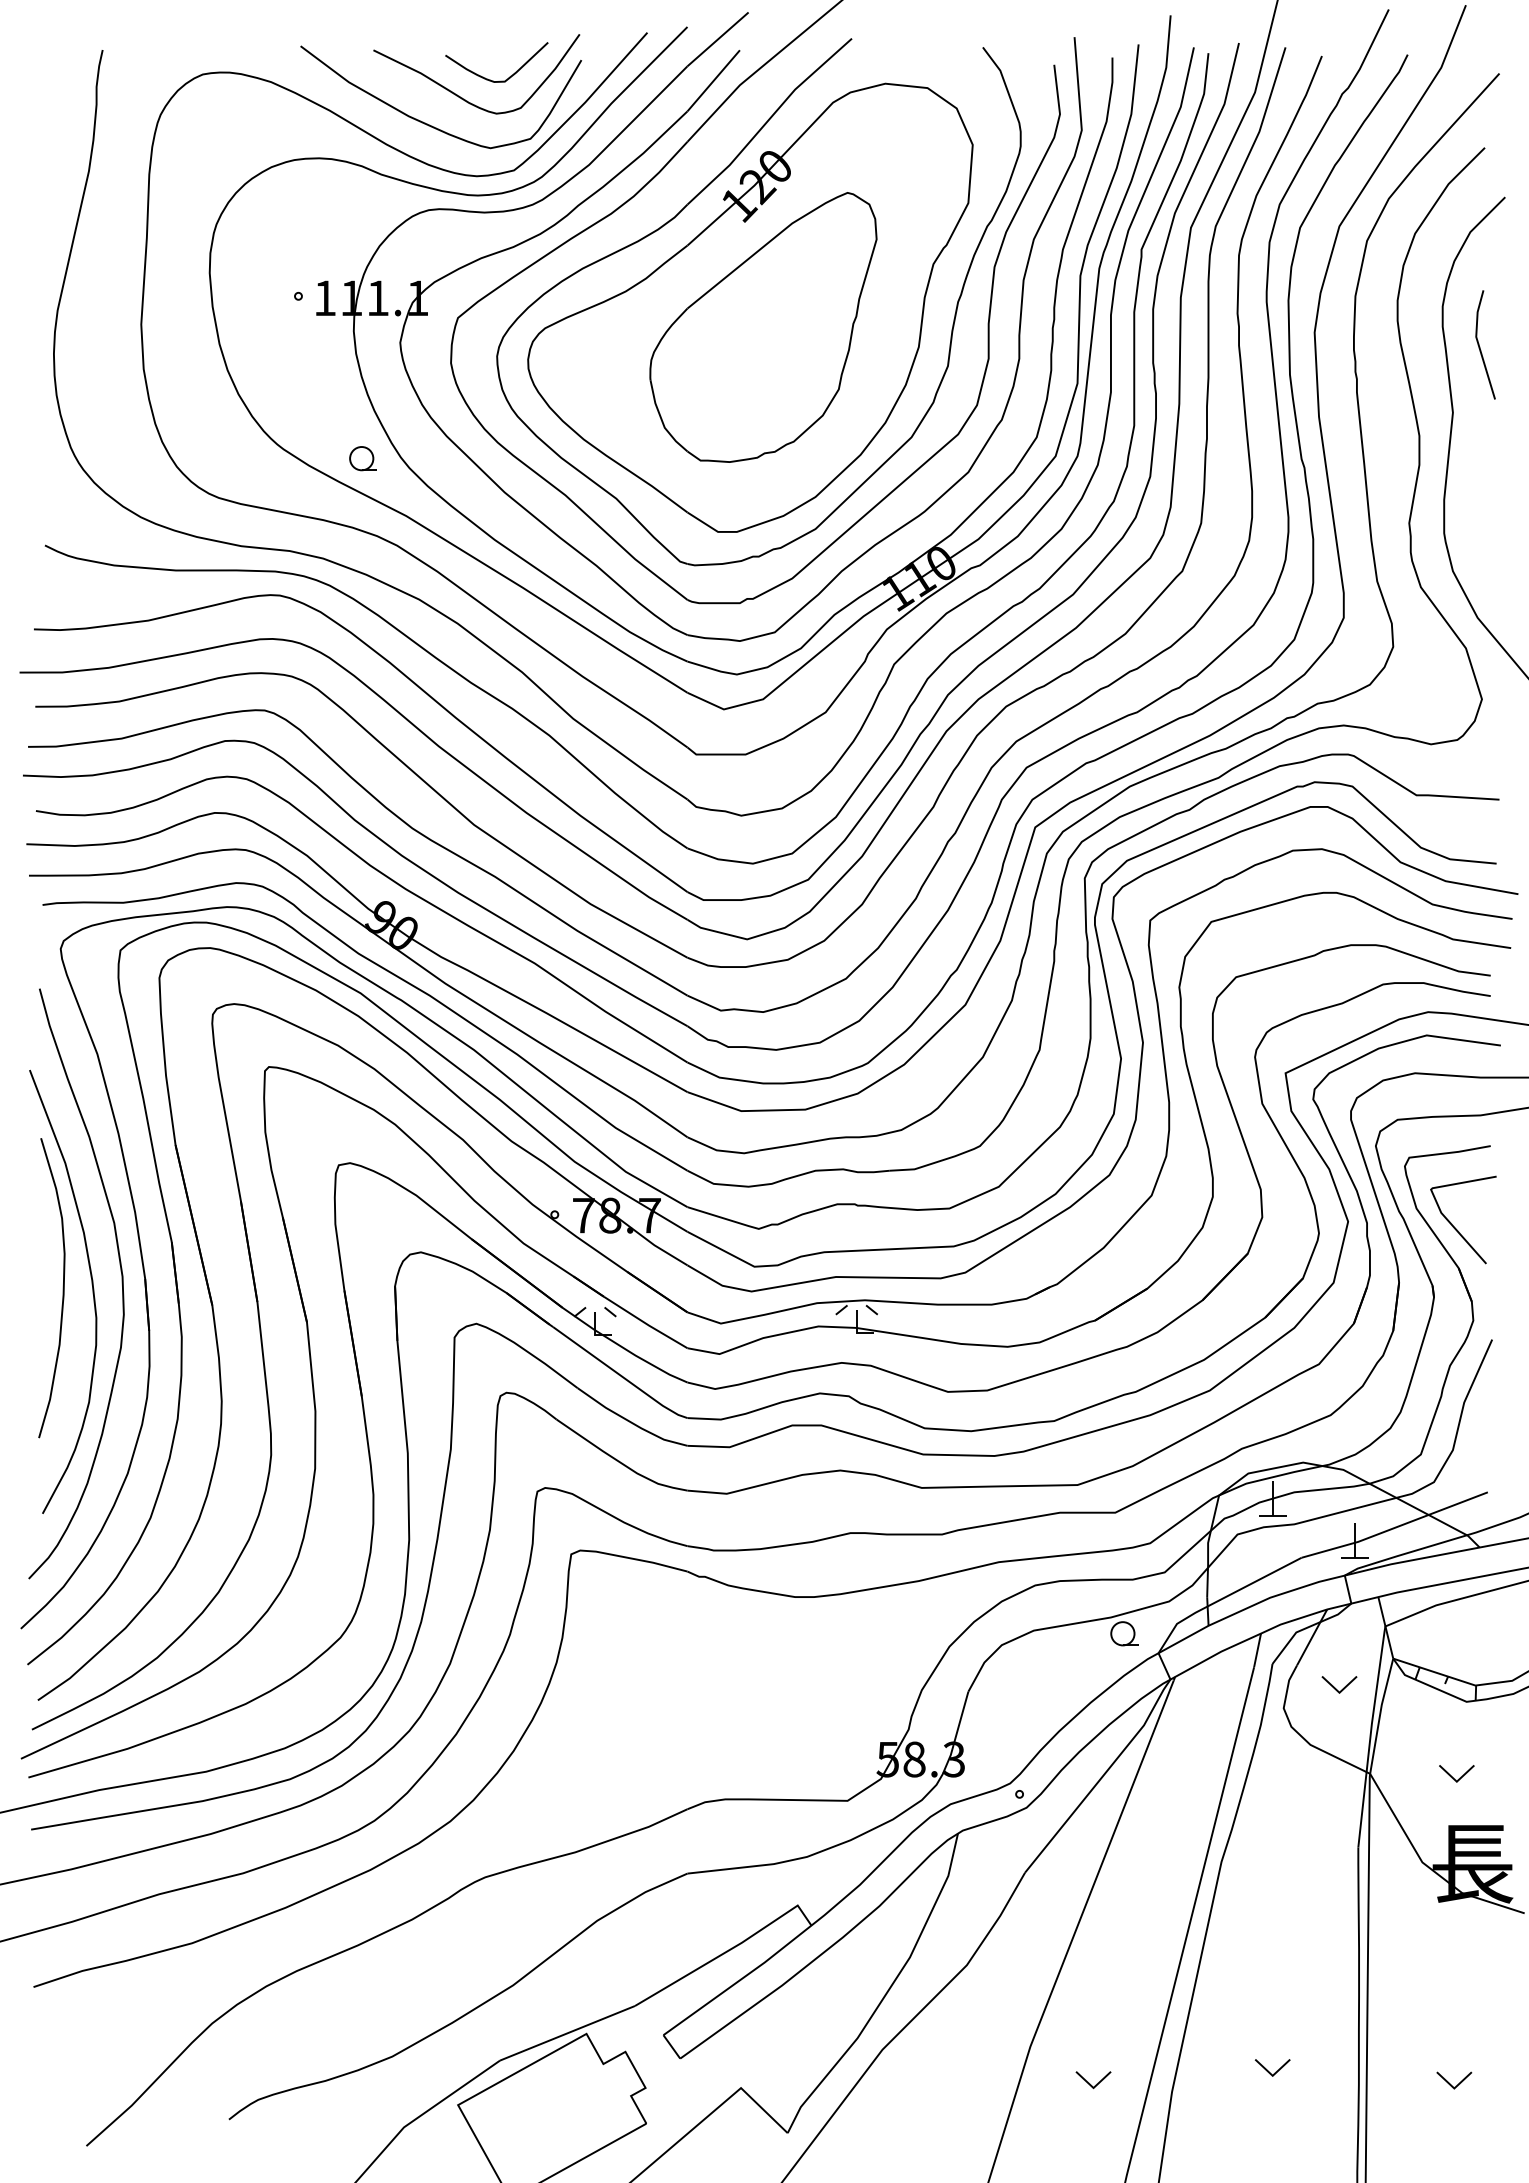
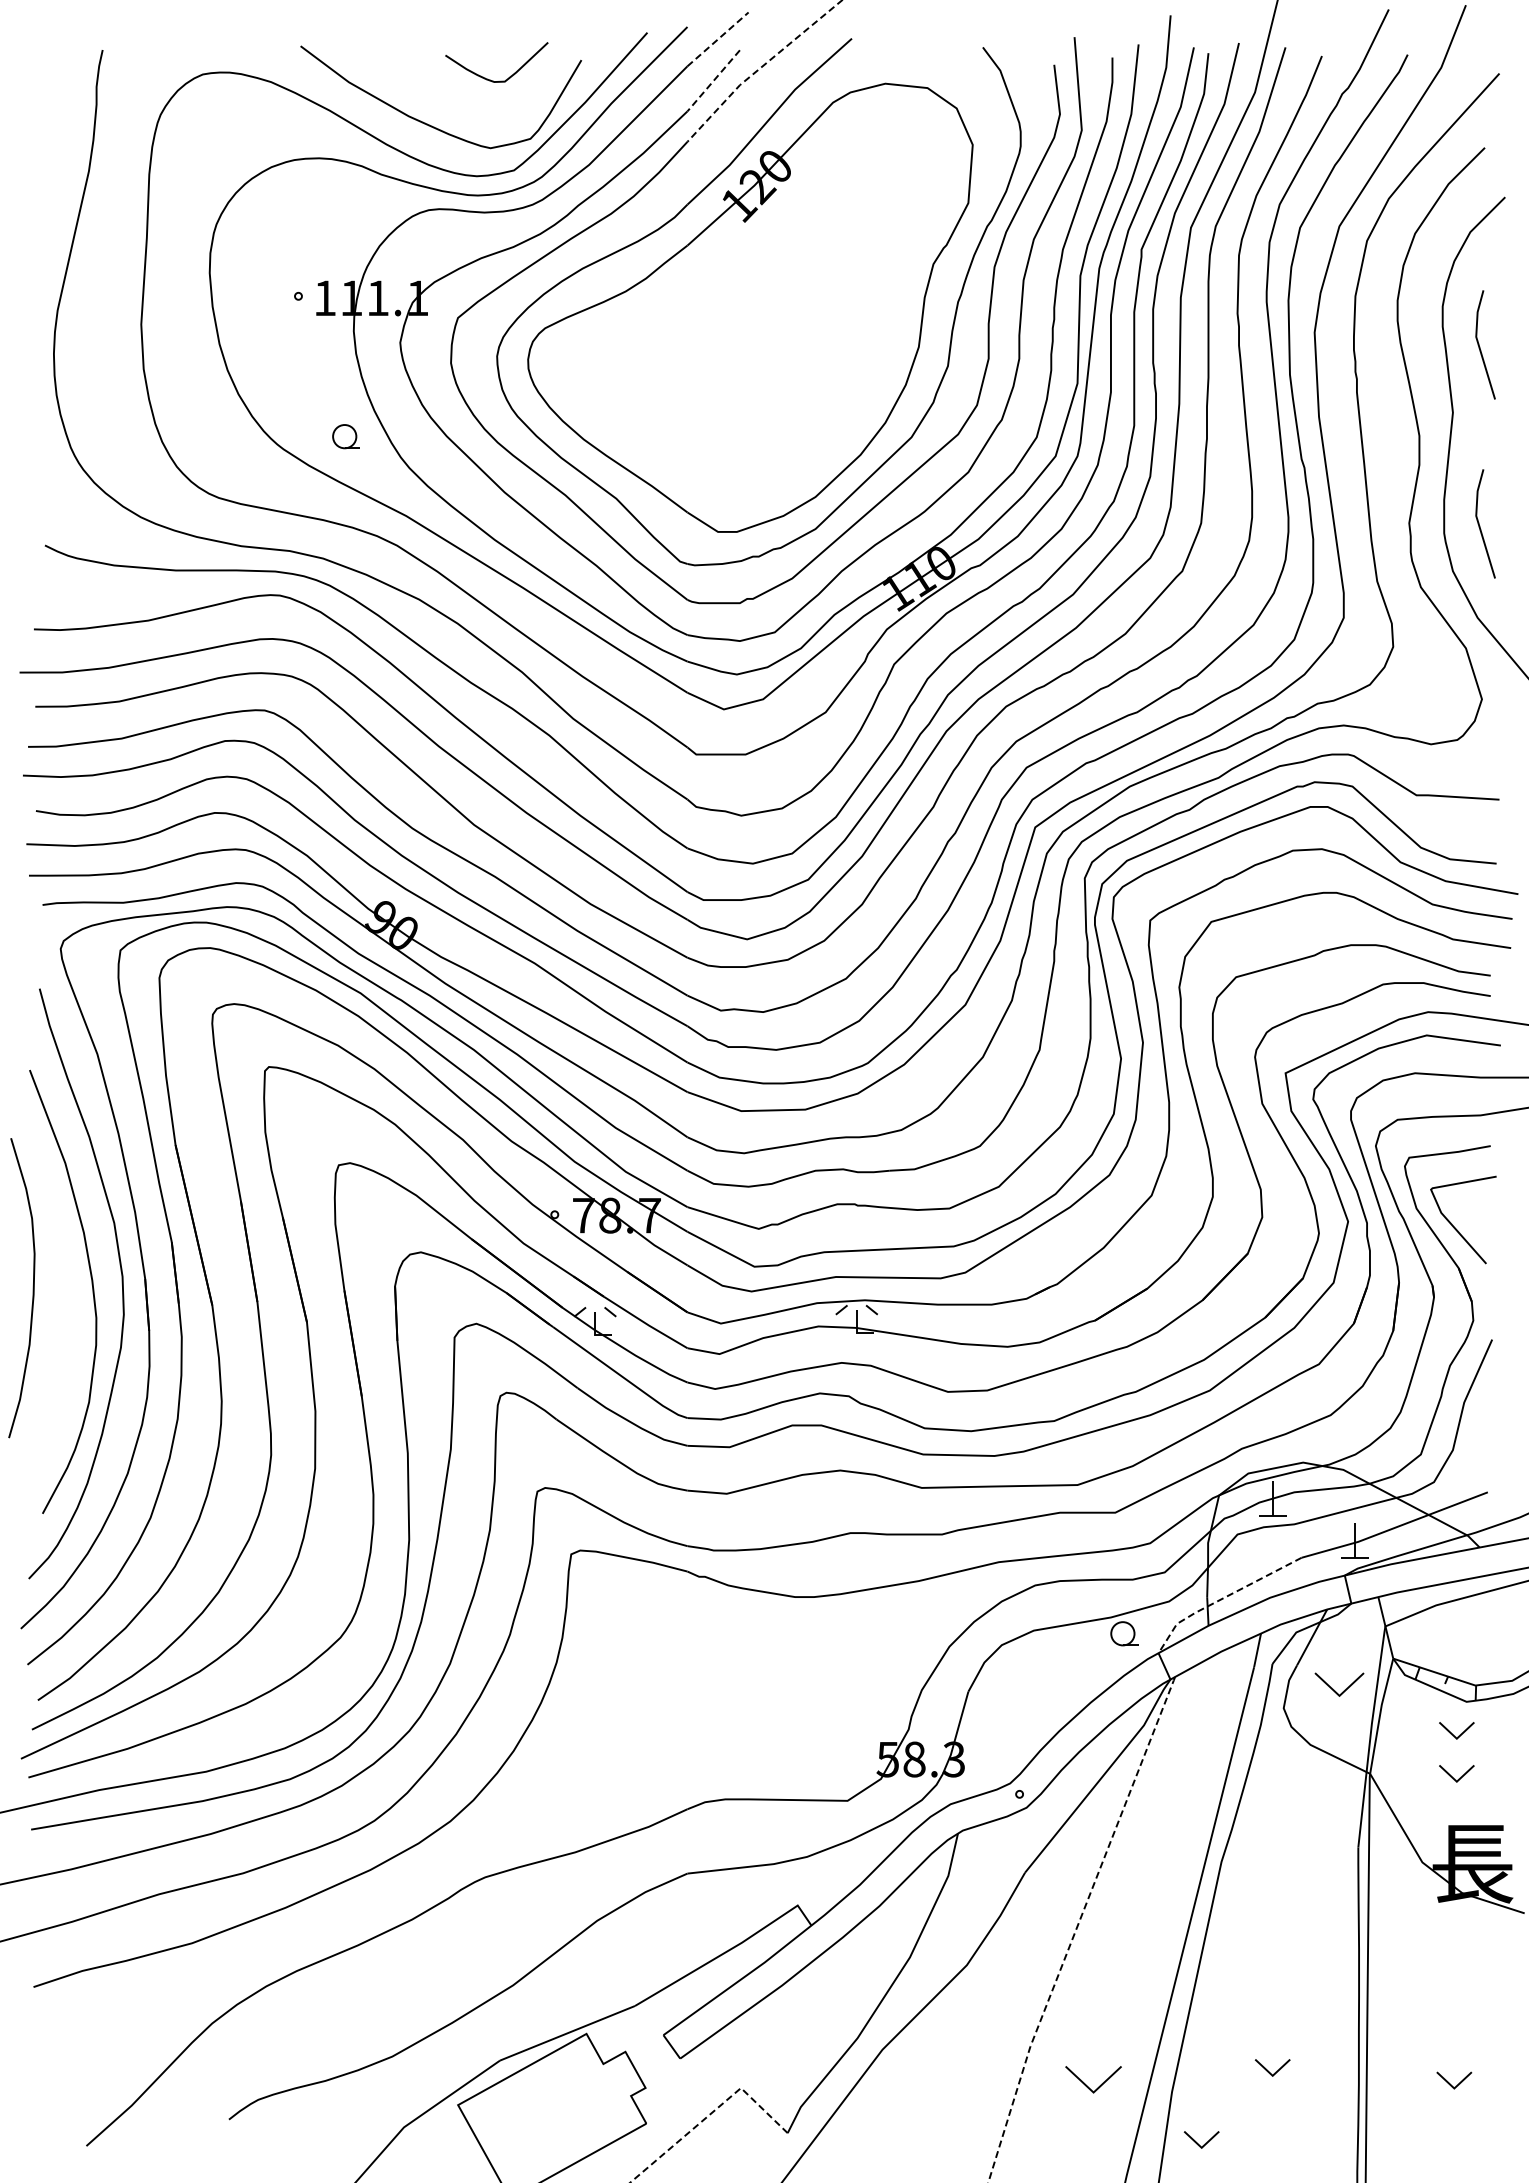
line at (718, 39): solid -> dashed
line at (760, 67): solid -> dashed
line at (713, 81): solid -> dashed
curve at (462, 97): present -> none
part at (763, 327): present -> none
part at (362, 458) position: (362, 458) -> (345, 436)
line at (1480, 525): none -> present
curve at (62, 1288) position: (62, 1288) -> (32, 1288)
line at (1222, 1599): solid -> dashed
part at (1339, 1684) size: 37x18 px -> 51x25 px
part at (1456, 1730): none -> present
line at (1076, 1929): solid -> dashed
part at (1093, 2080) size: 37x19 px -> 57x28 px
line at (710, 2113): solid -> dashed
part at (1201, 2139): none -> present
